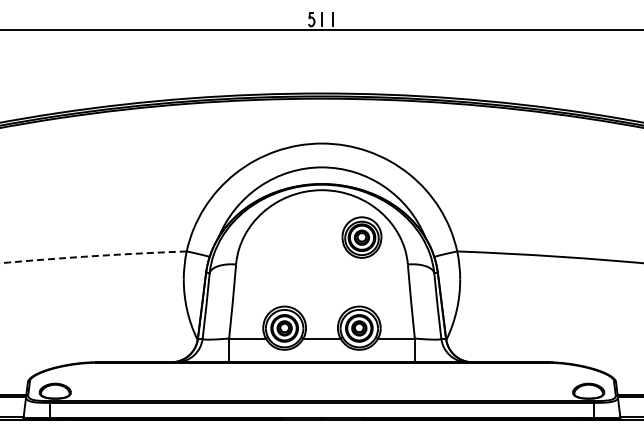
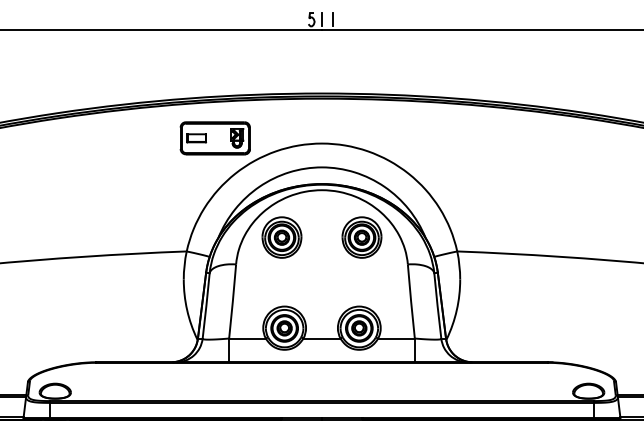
part at (214, 138): none -> present
part at (281, 237): none -> present
arc at (93, 256): dashed -> solid
